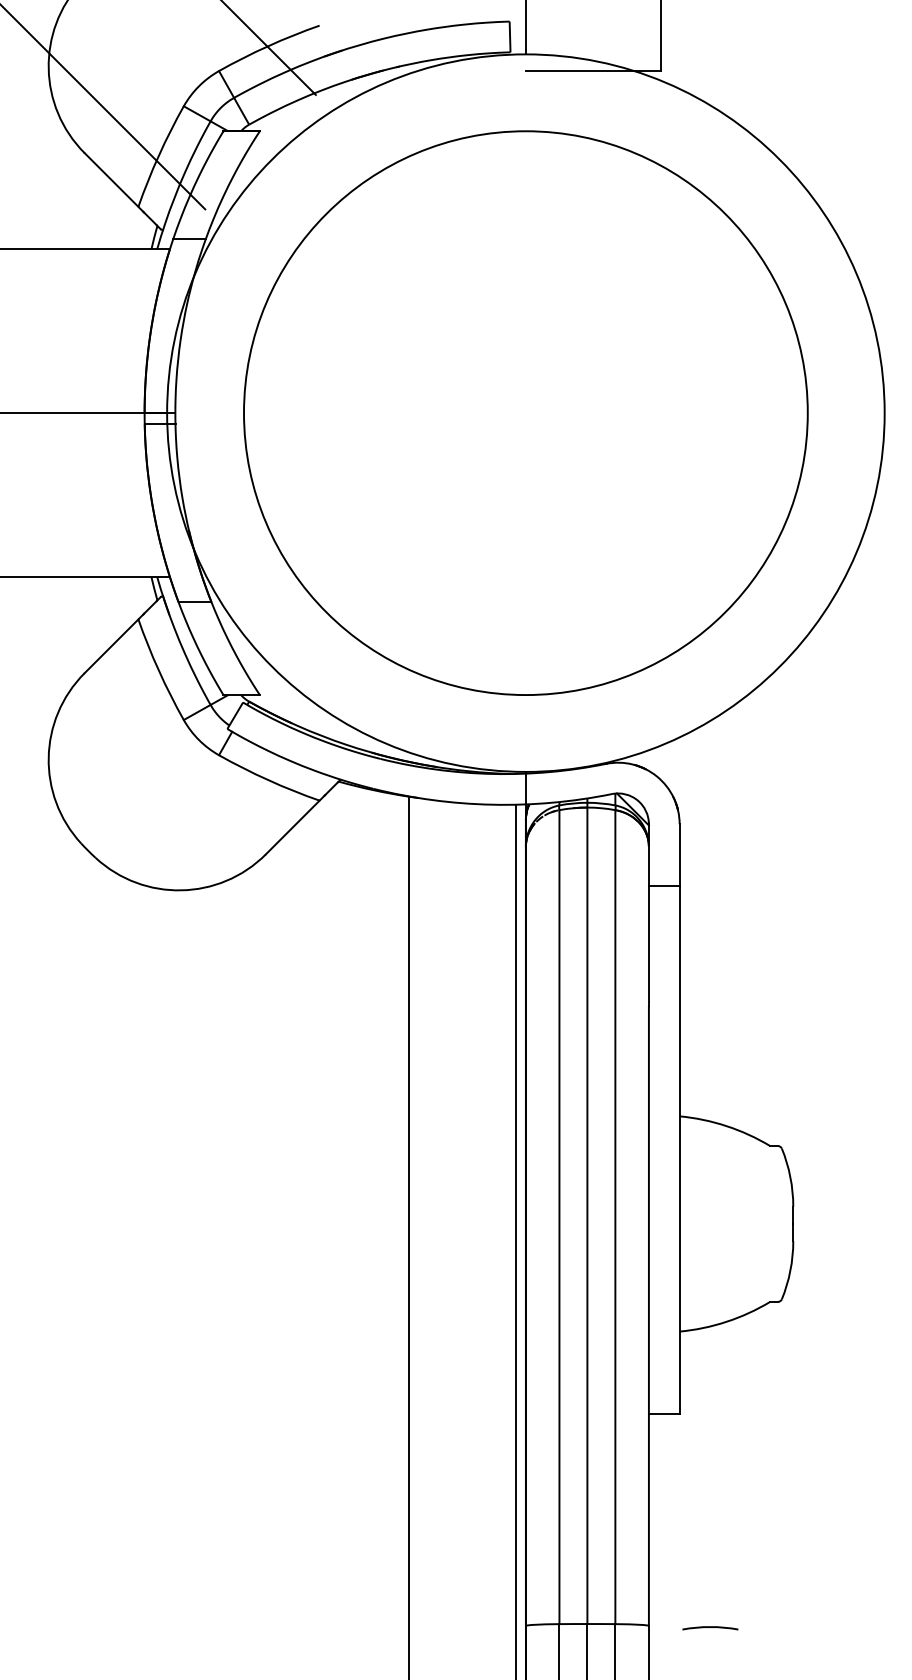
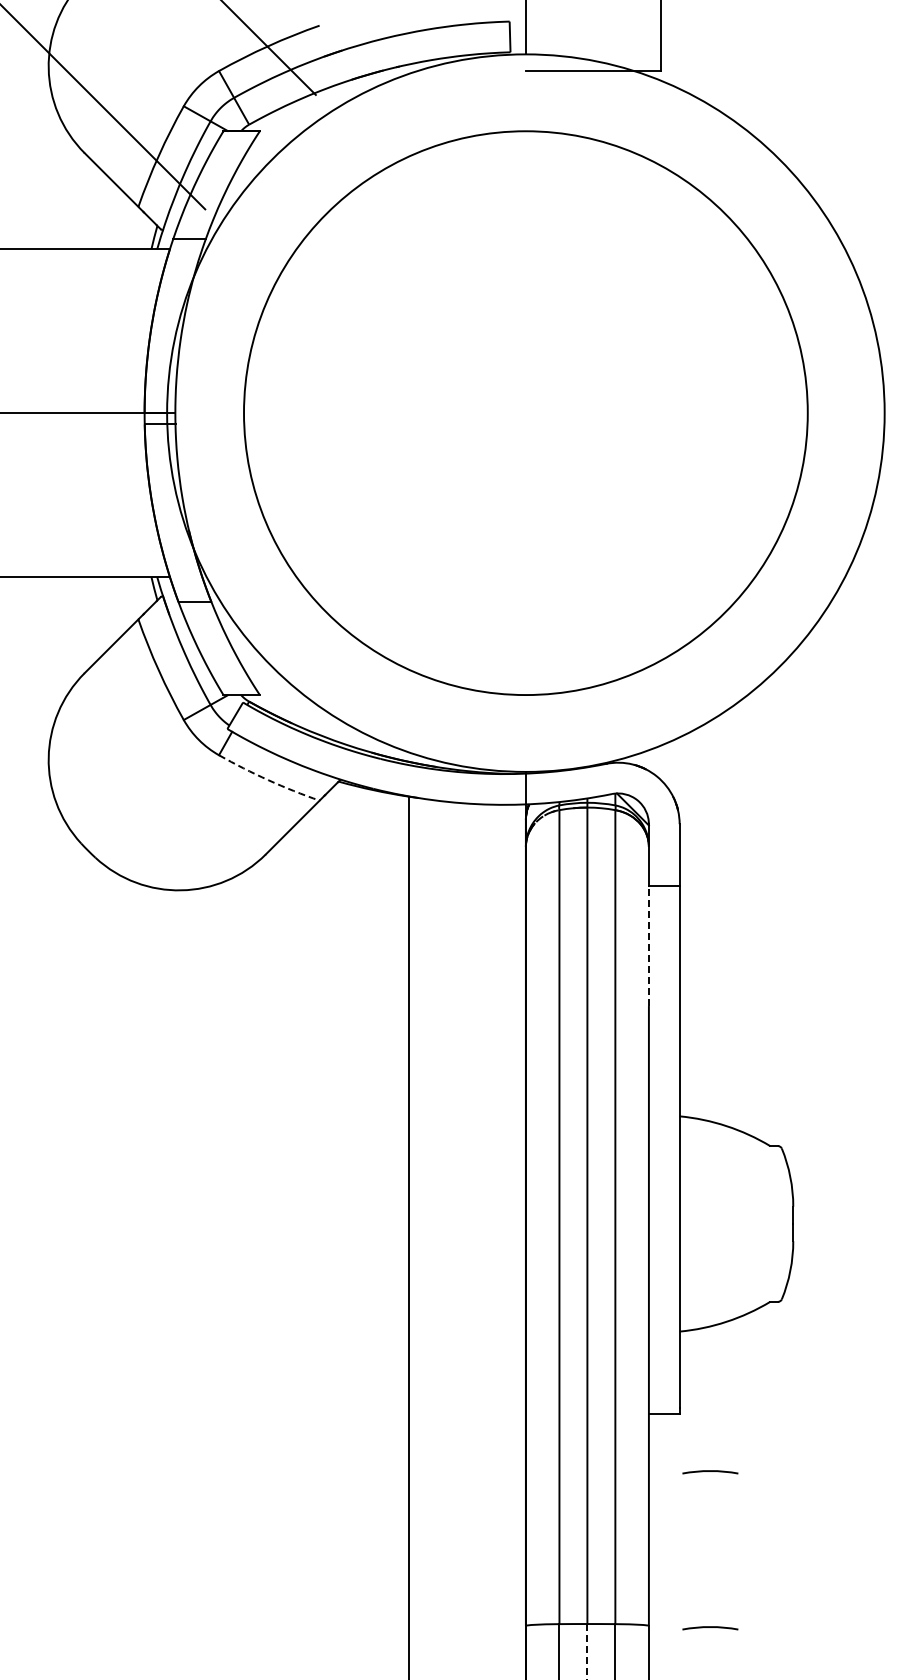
arc at (268, 780): solid -> dashed
line at (648, 945): solid -> dashed
line at (515, 1240): present -> none
arc at (710, 1471): none -> present
line at (587, 1651): solid -> dashed
